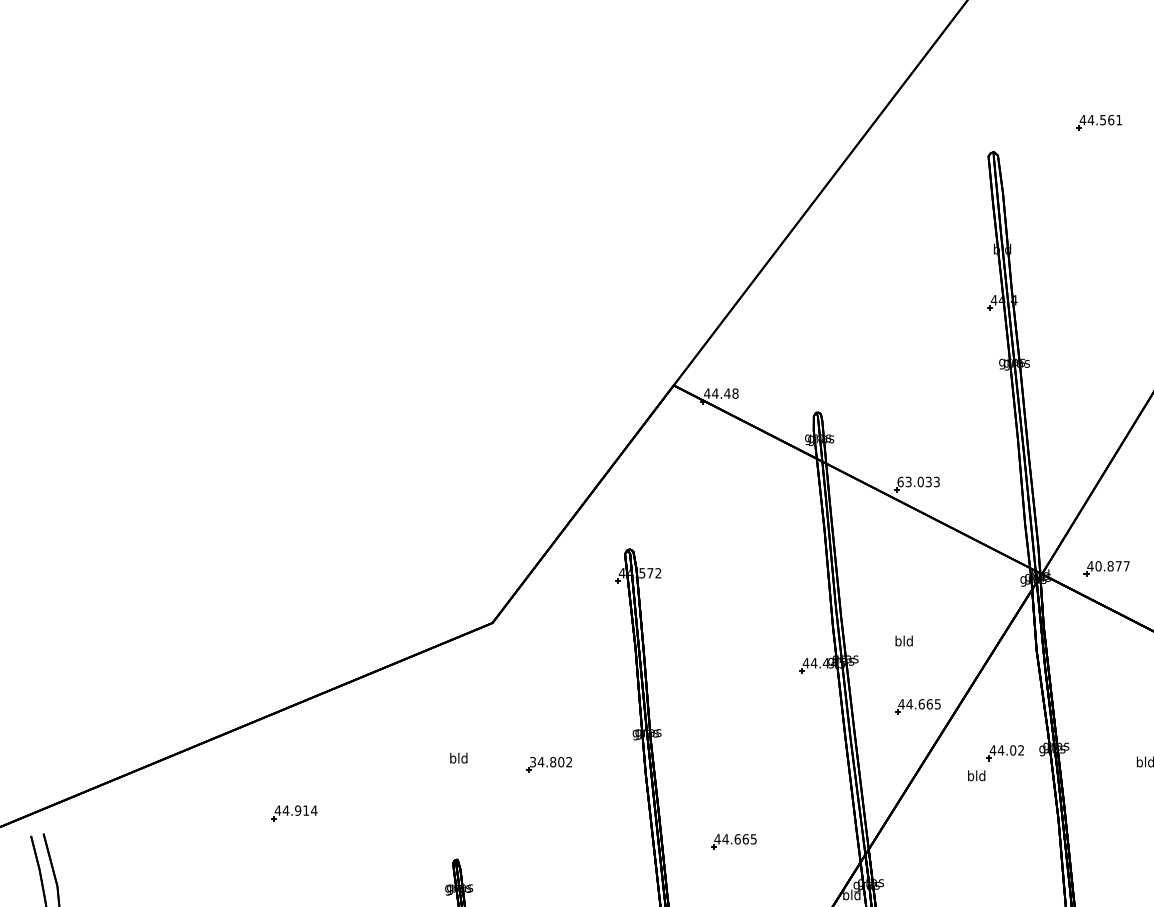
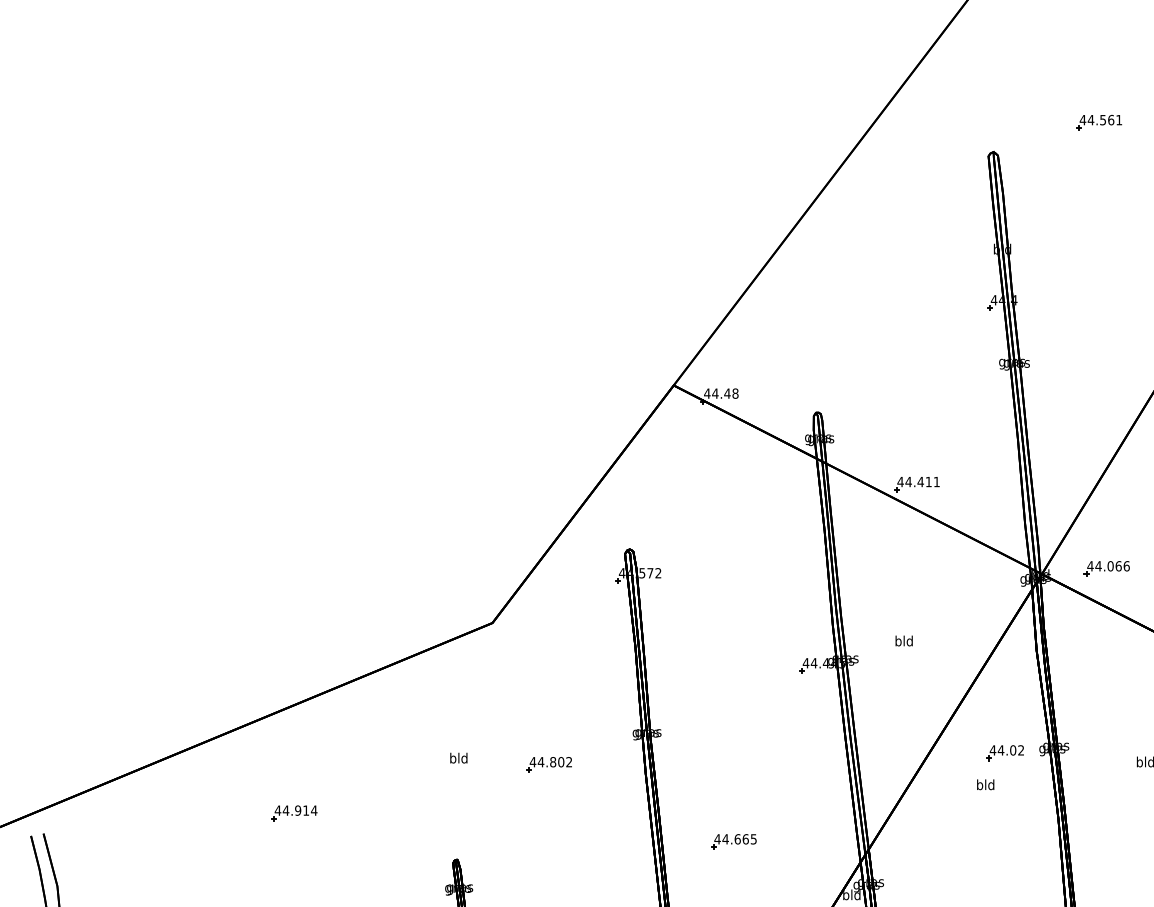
text at (918, 481): 63.033 -> 44.411
text at (1112, 566): 40.877 -> 44.066
part at (917, 706): present -> none
text at (532, 762): 34.802 -> 44.802
text at (976, 775) position: (976, 775) -> (985, 784)
